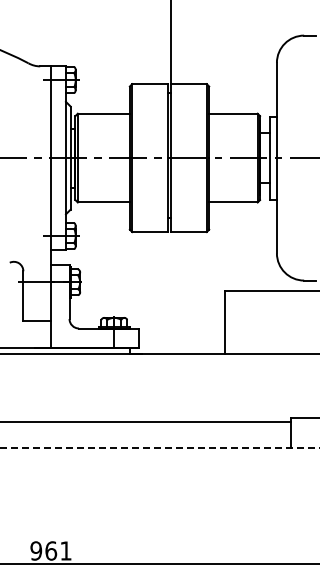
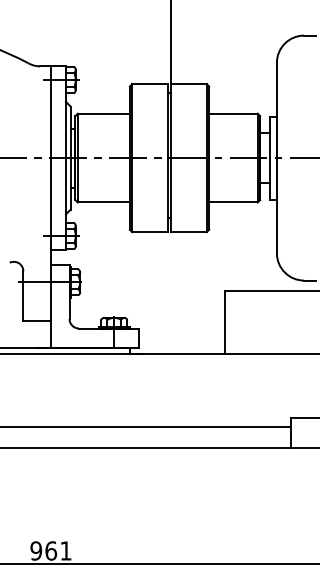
line at (146, 422) position: (146, 422) -> (146, 427)
line at (160, 448): dashed -> solid
